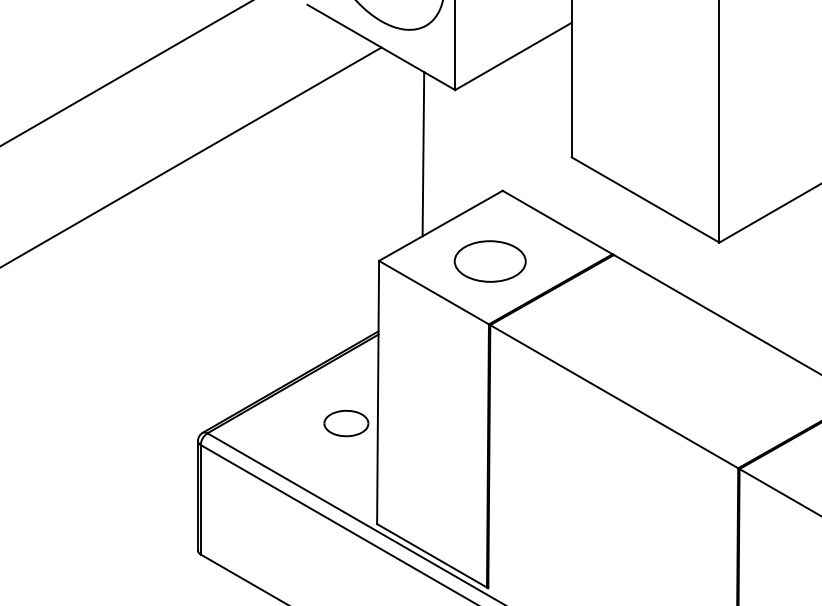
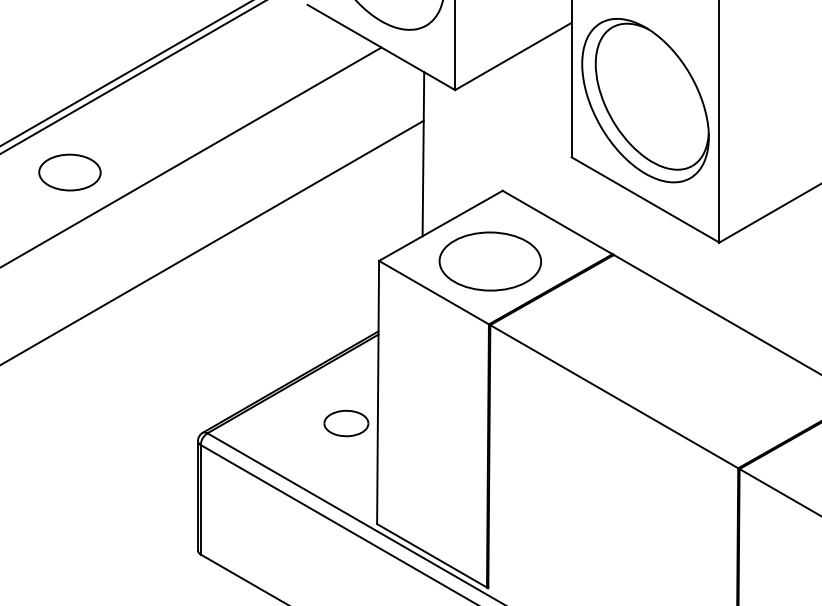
line at (132, 77): none -> present
part at (645, 100): none -> present
part at (69, 172): none -> present
line at (212, 241): none -> present
part at (489, 261) size: 74x43 px -> 104x61 px
